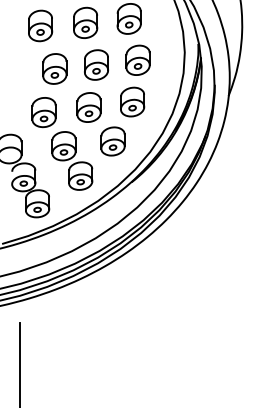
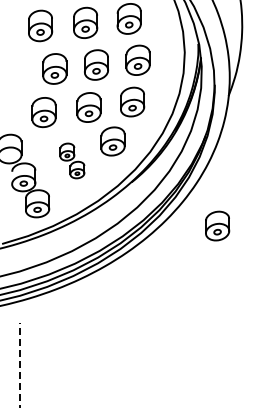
part at (72, 160) size: 43x60 px -> 27x38 px
part at (217, 225): none -> present
line at (19, 364): solid -> dashed
